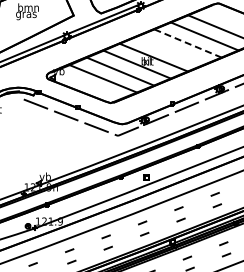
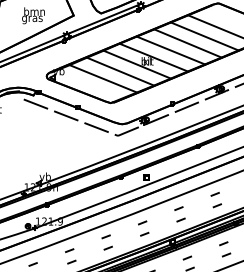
text at (27, 11) position: (27, 11) -> (33, 15)
line at (188, 43): dashed -> solid
line at (170, 50): none -> present
